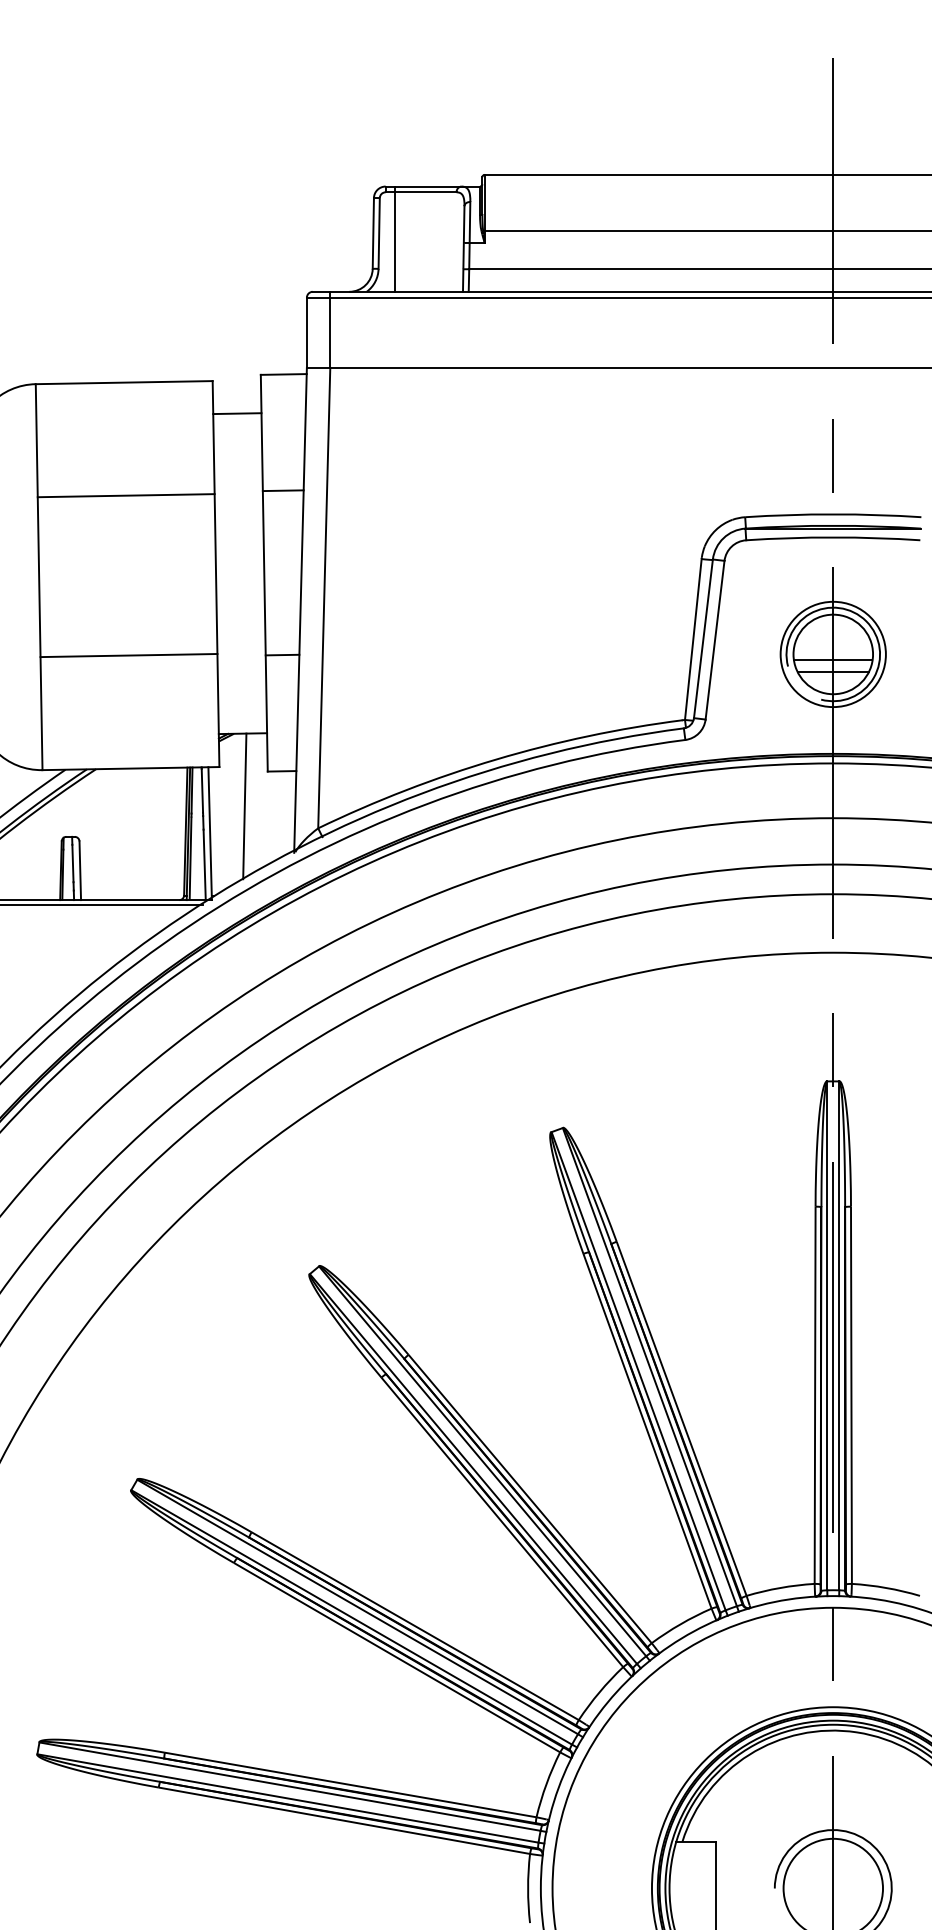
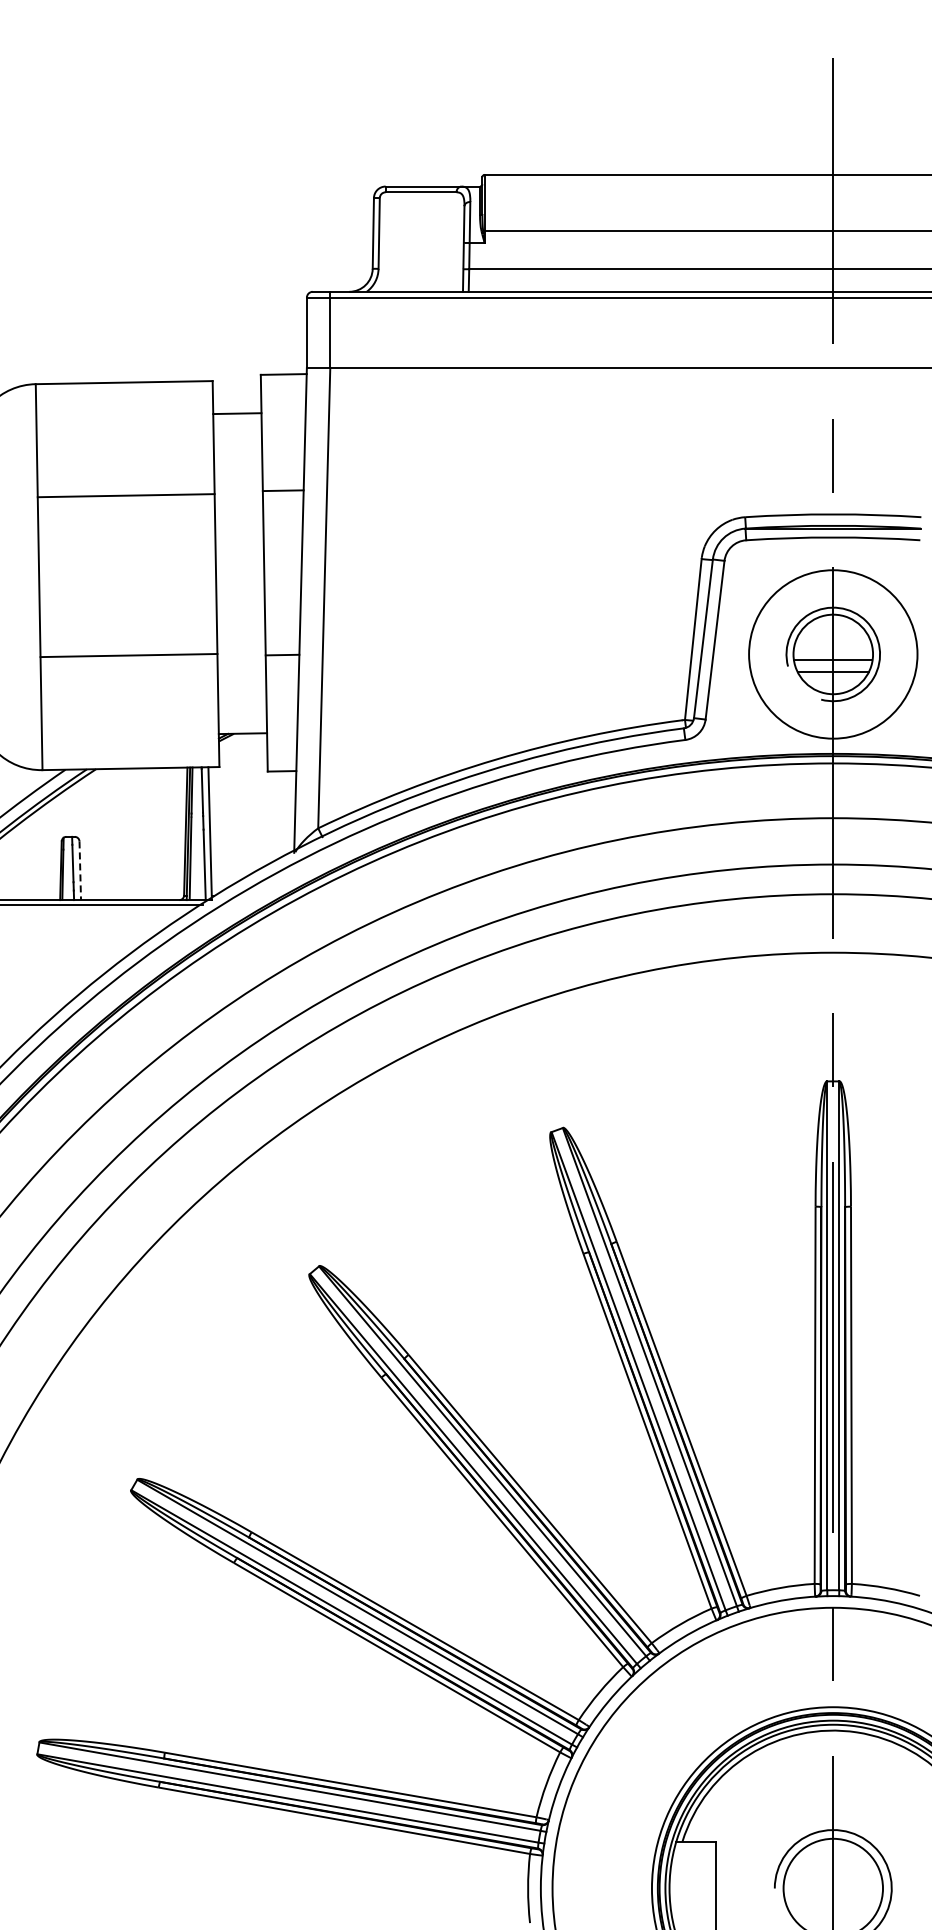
line at (394, 238): present -> none
circle at (832, 654) diameter: 105 px -> 168 px
line at (244, 806): present -> none
line at (80, 871): solid -> dashed
